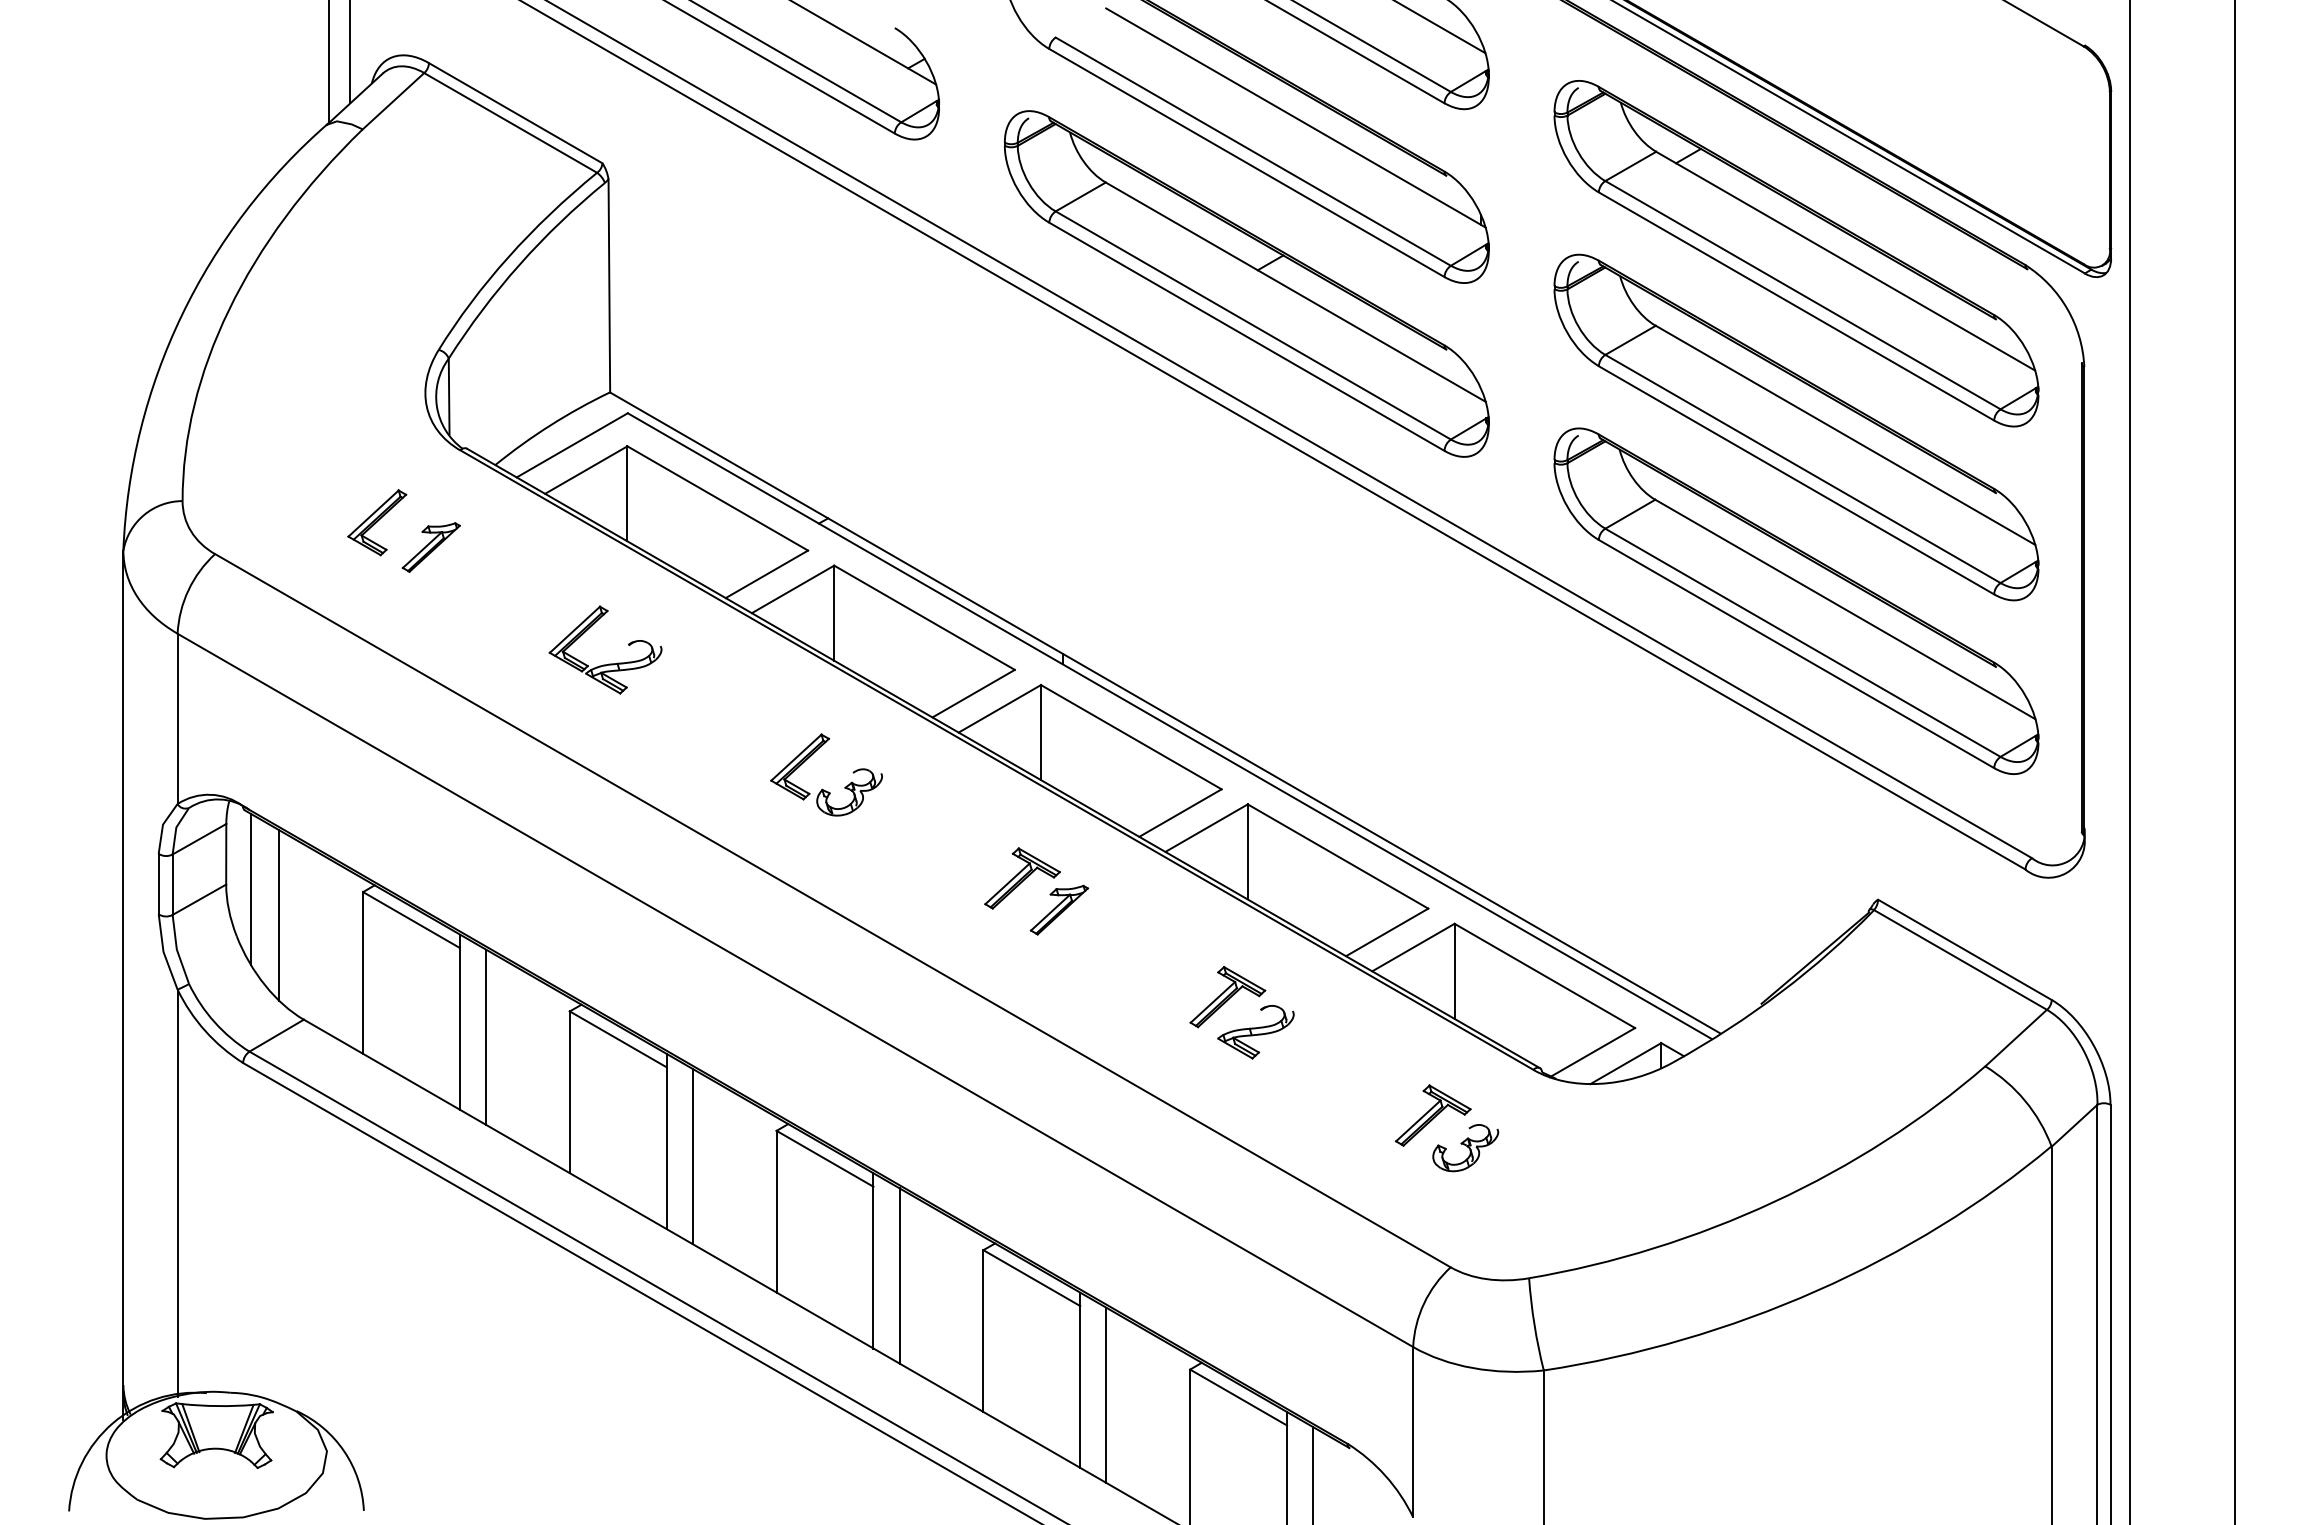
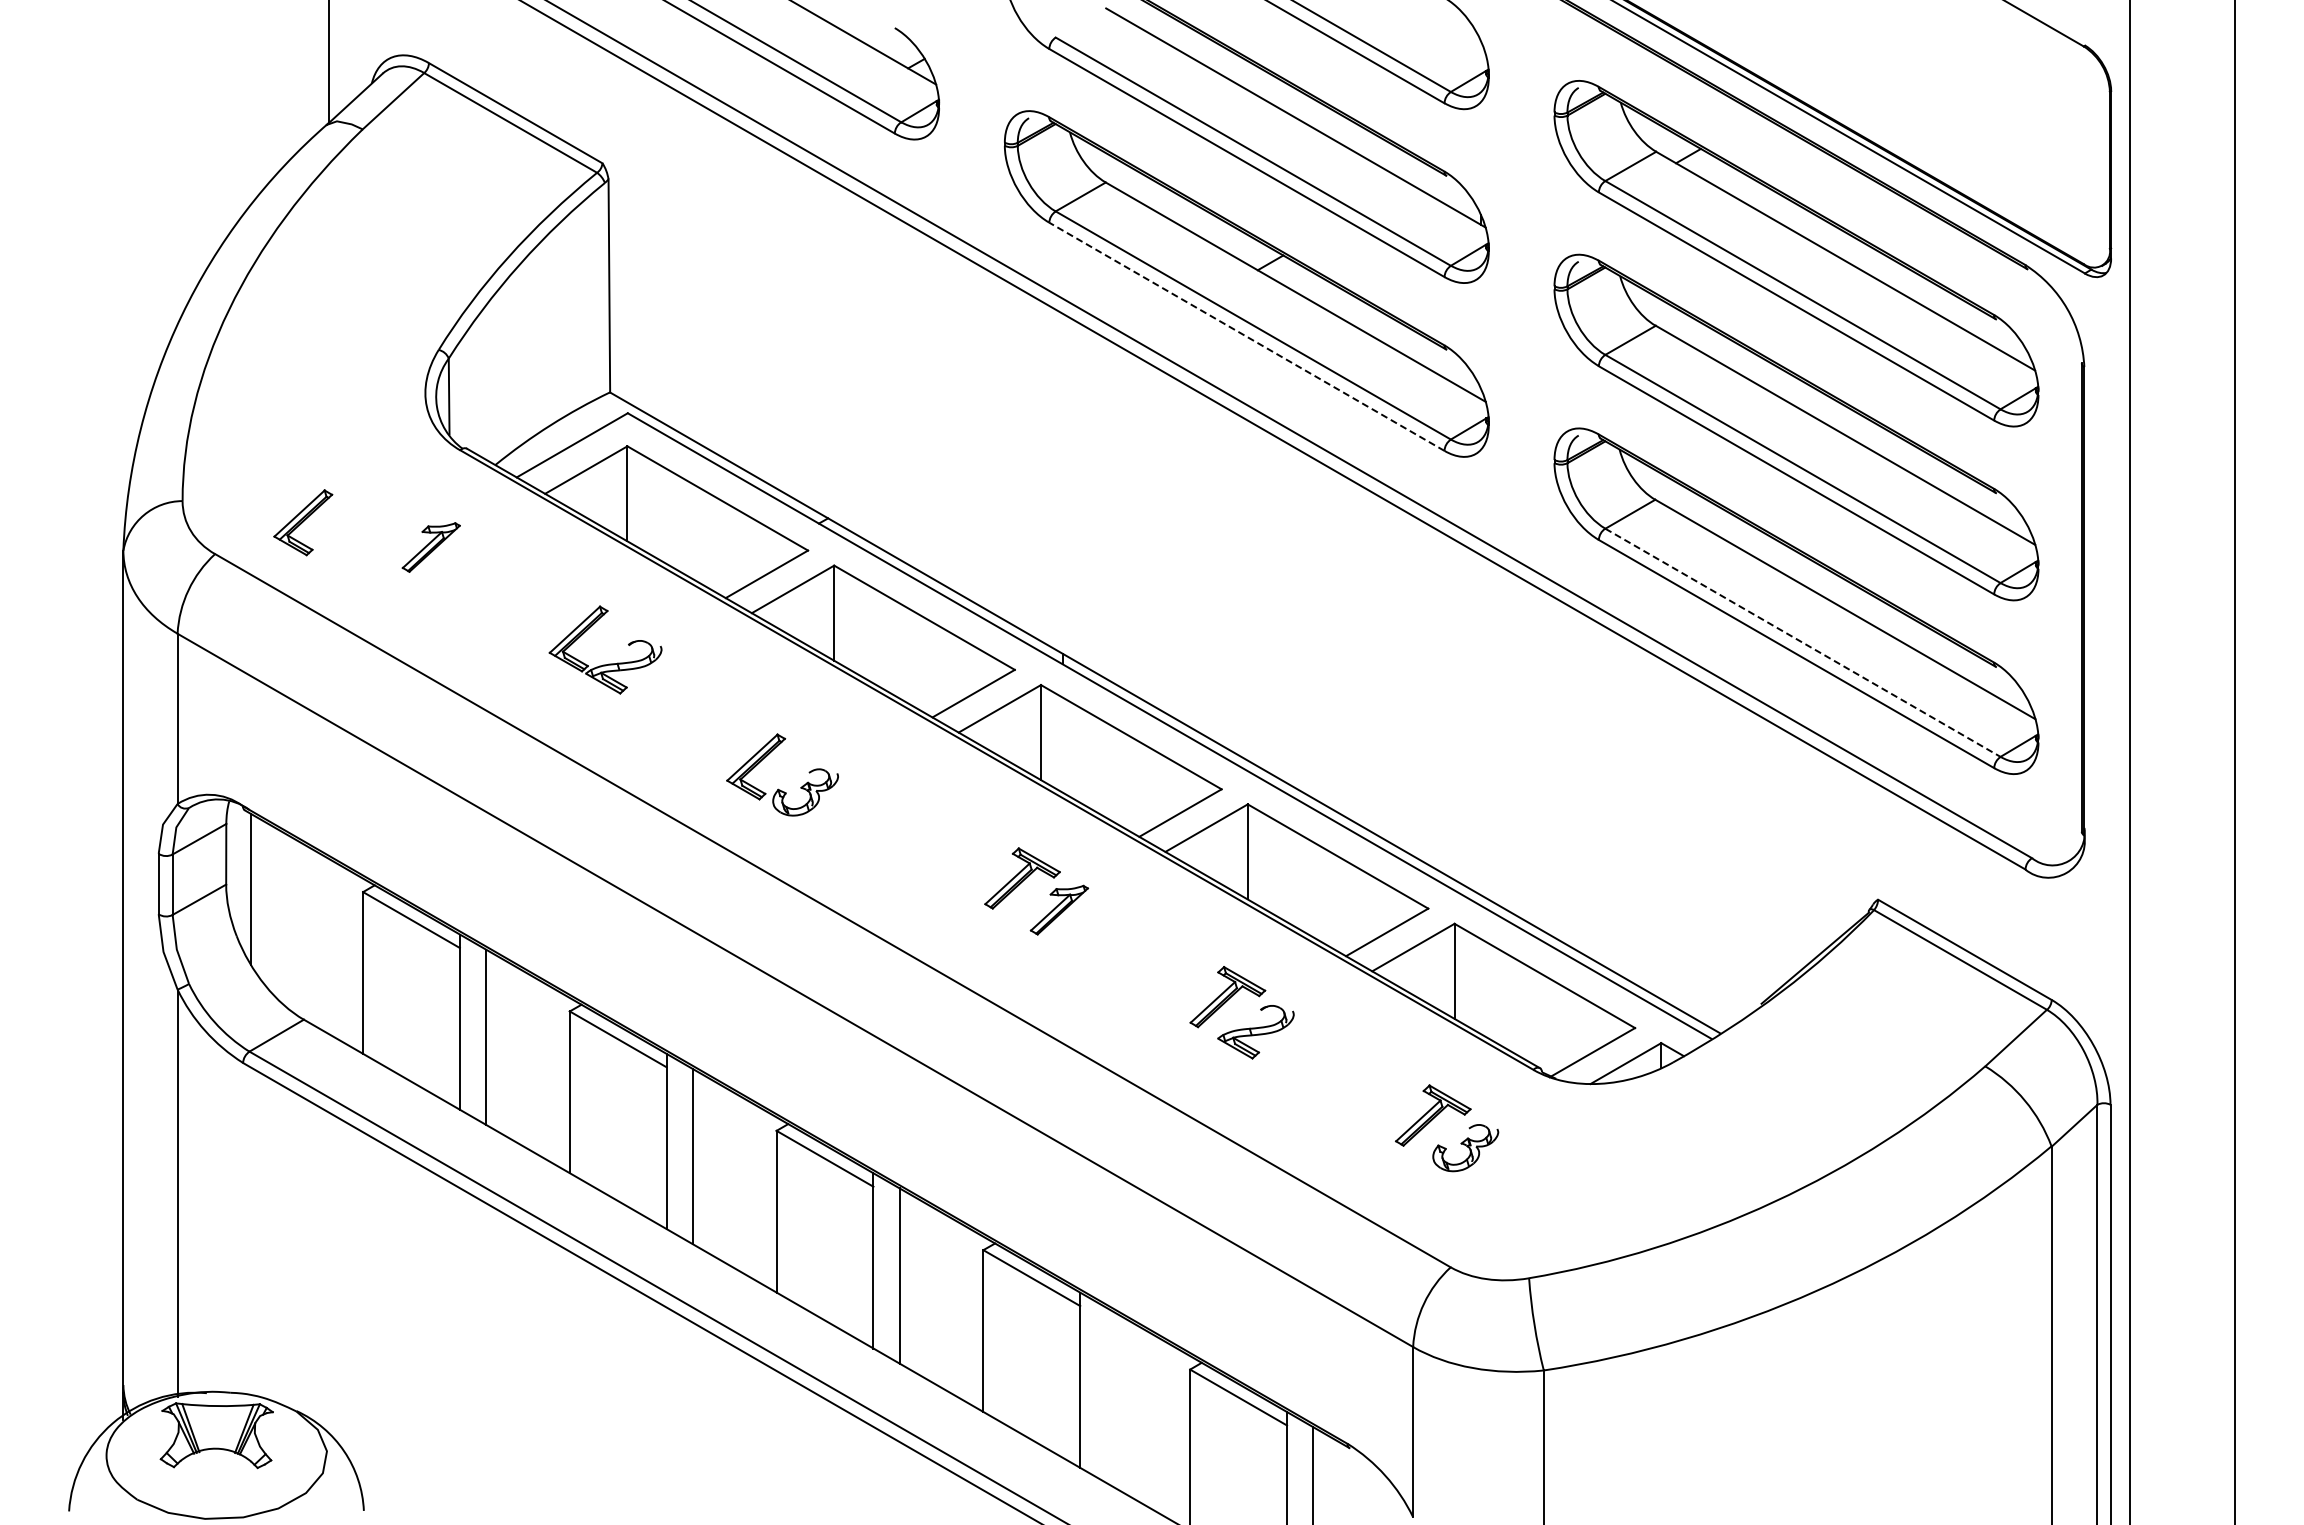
line at (1441, 27): present -> none
line at (350, 52): present -> none
line at (1246, 336): solid -> dashed
part at (377, 522) position: (377, 522) -> (303, 522)
line at (1803, 643): solid -> dashed
part at (822, 788) position: (822, 788) -> (778, 788)
line at (279, 915): present -> none
line at (1106, 1394): present -> none
